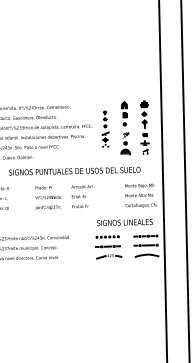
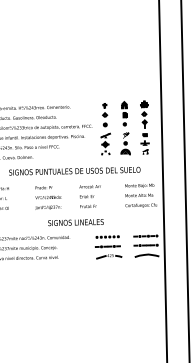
part at (105, 128) size: 9x38 px -> 11x53 px
text at (81, 196) position: (81, 196) -> (89, 196)
text at (124, 222) position: (124, 222) -> (75, 222)
